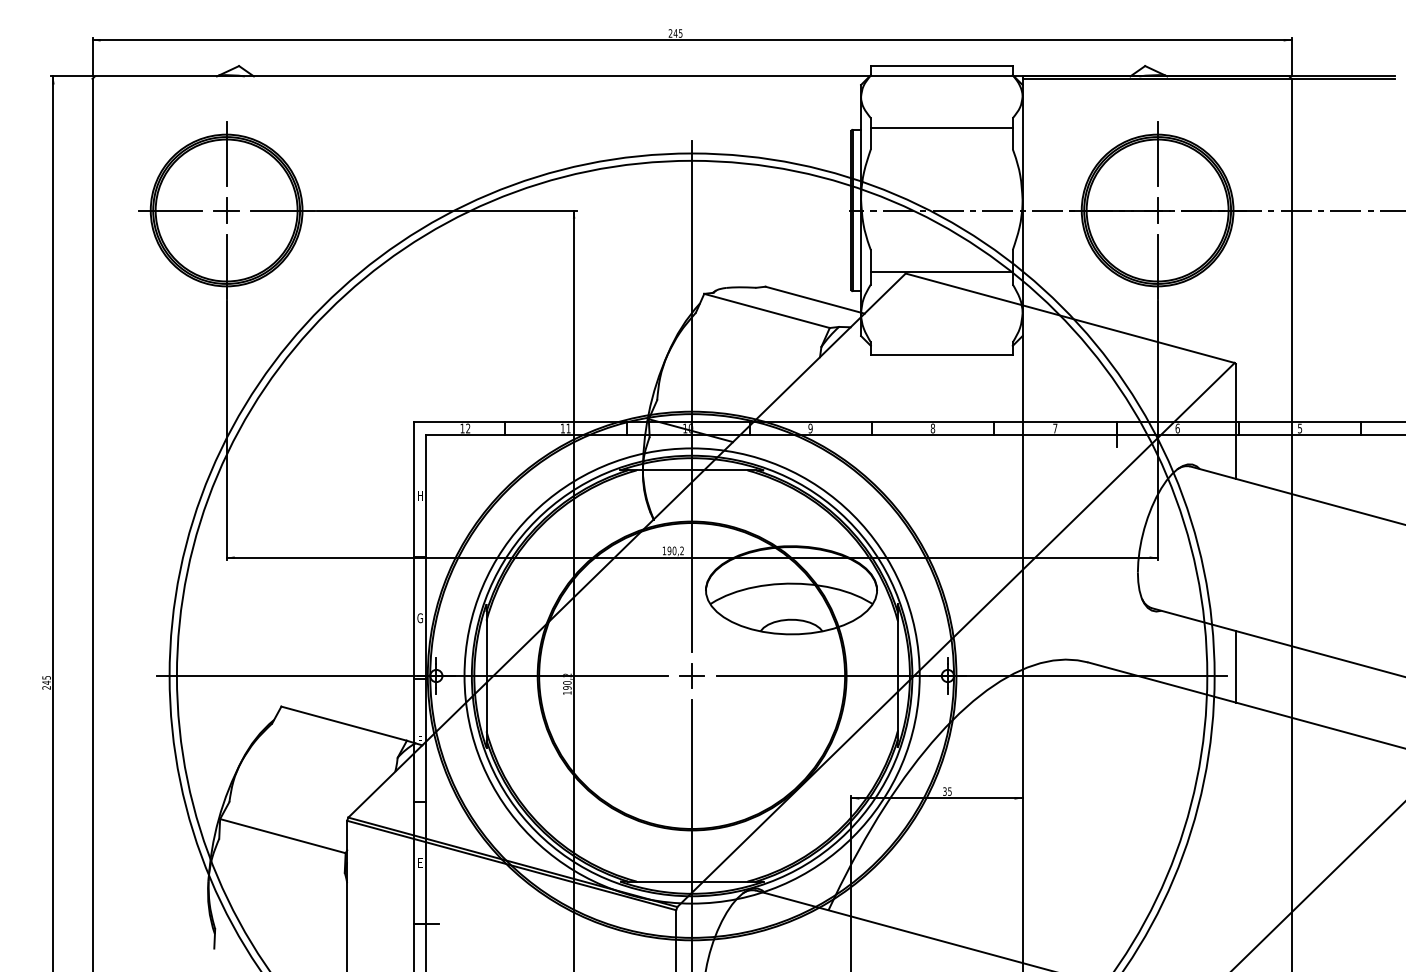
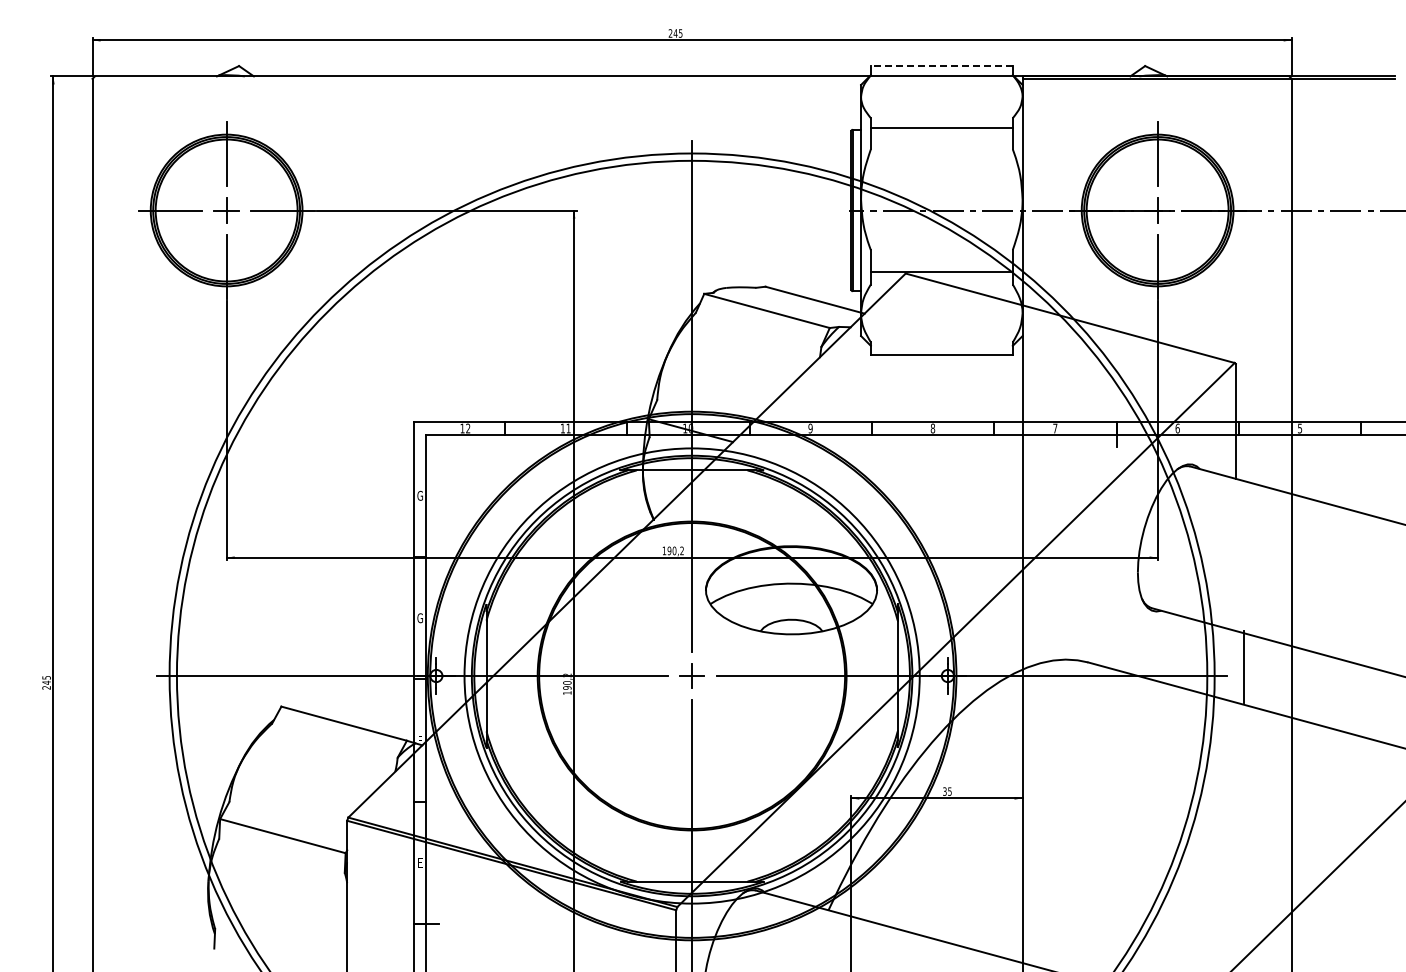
line at (941, 66): solid -> dashed
text at (419, 495): H -> G
line at (1235, 666) position: (1235, 666) -> (1243, 666)
